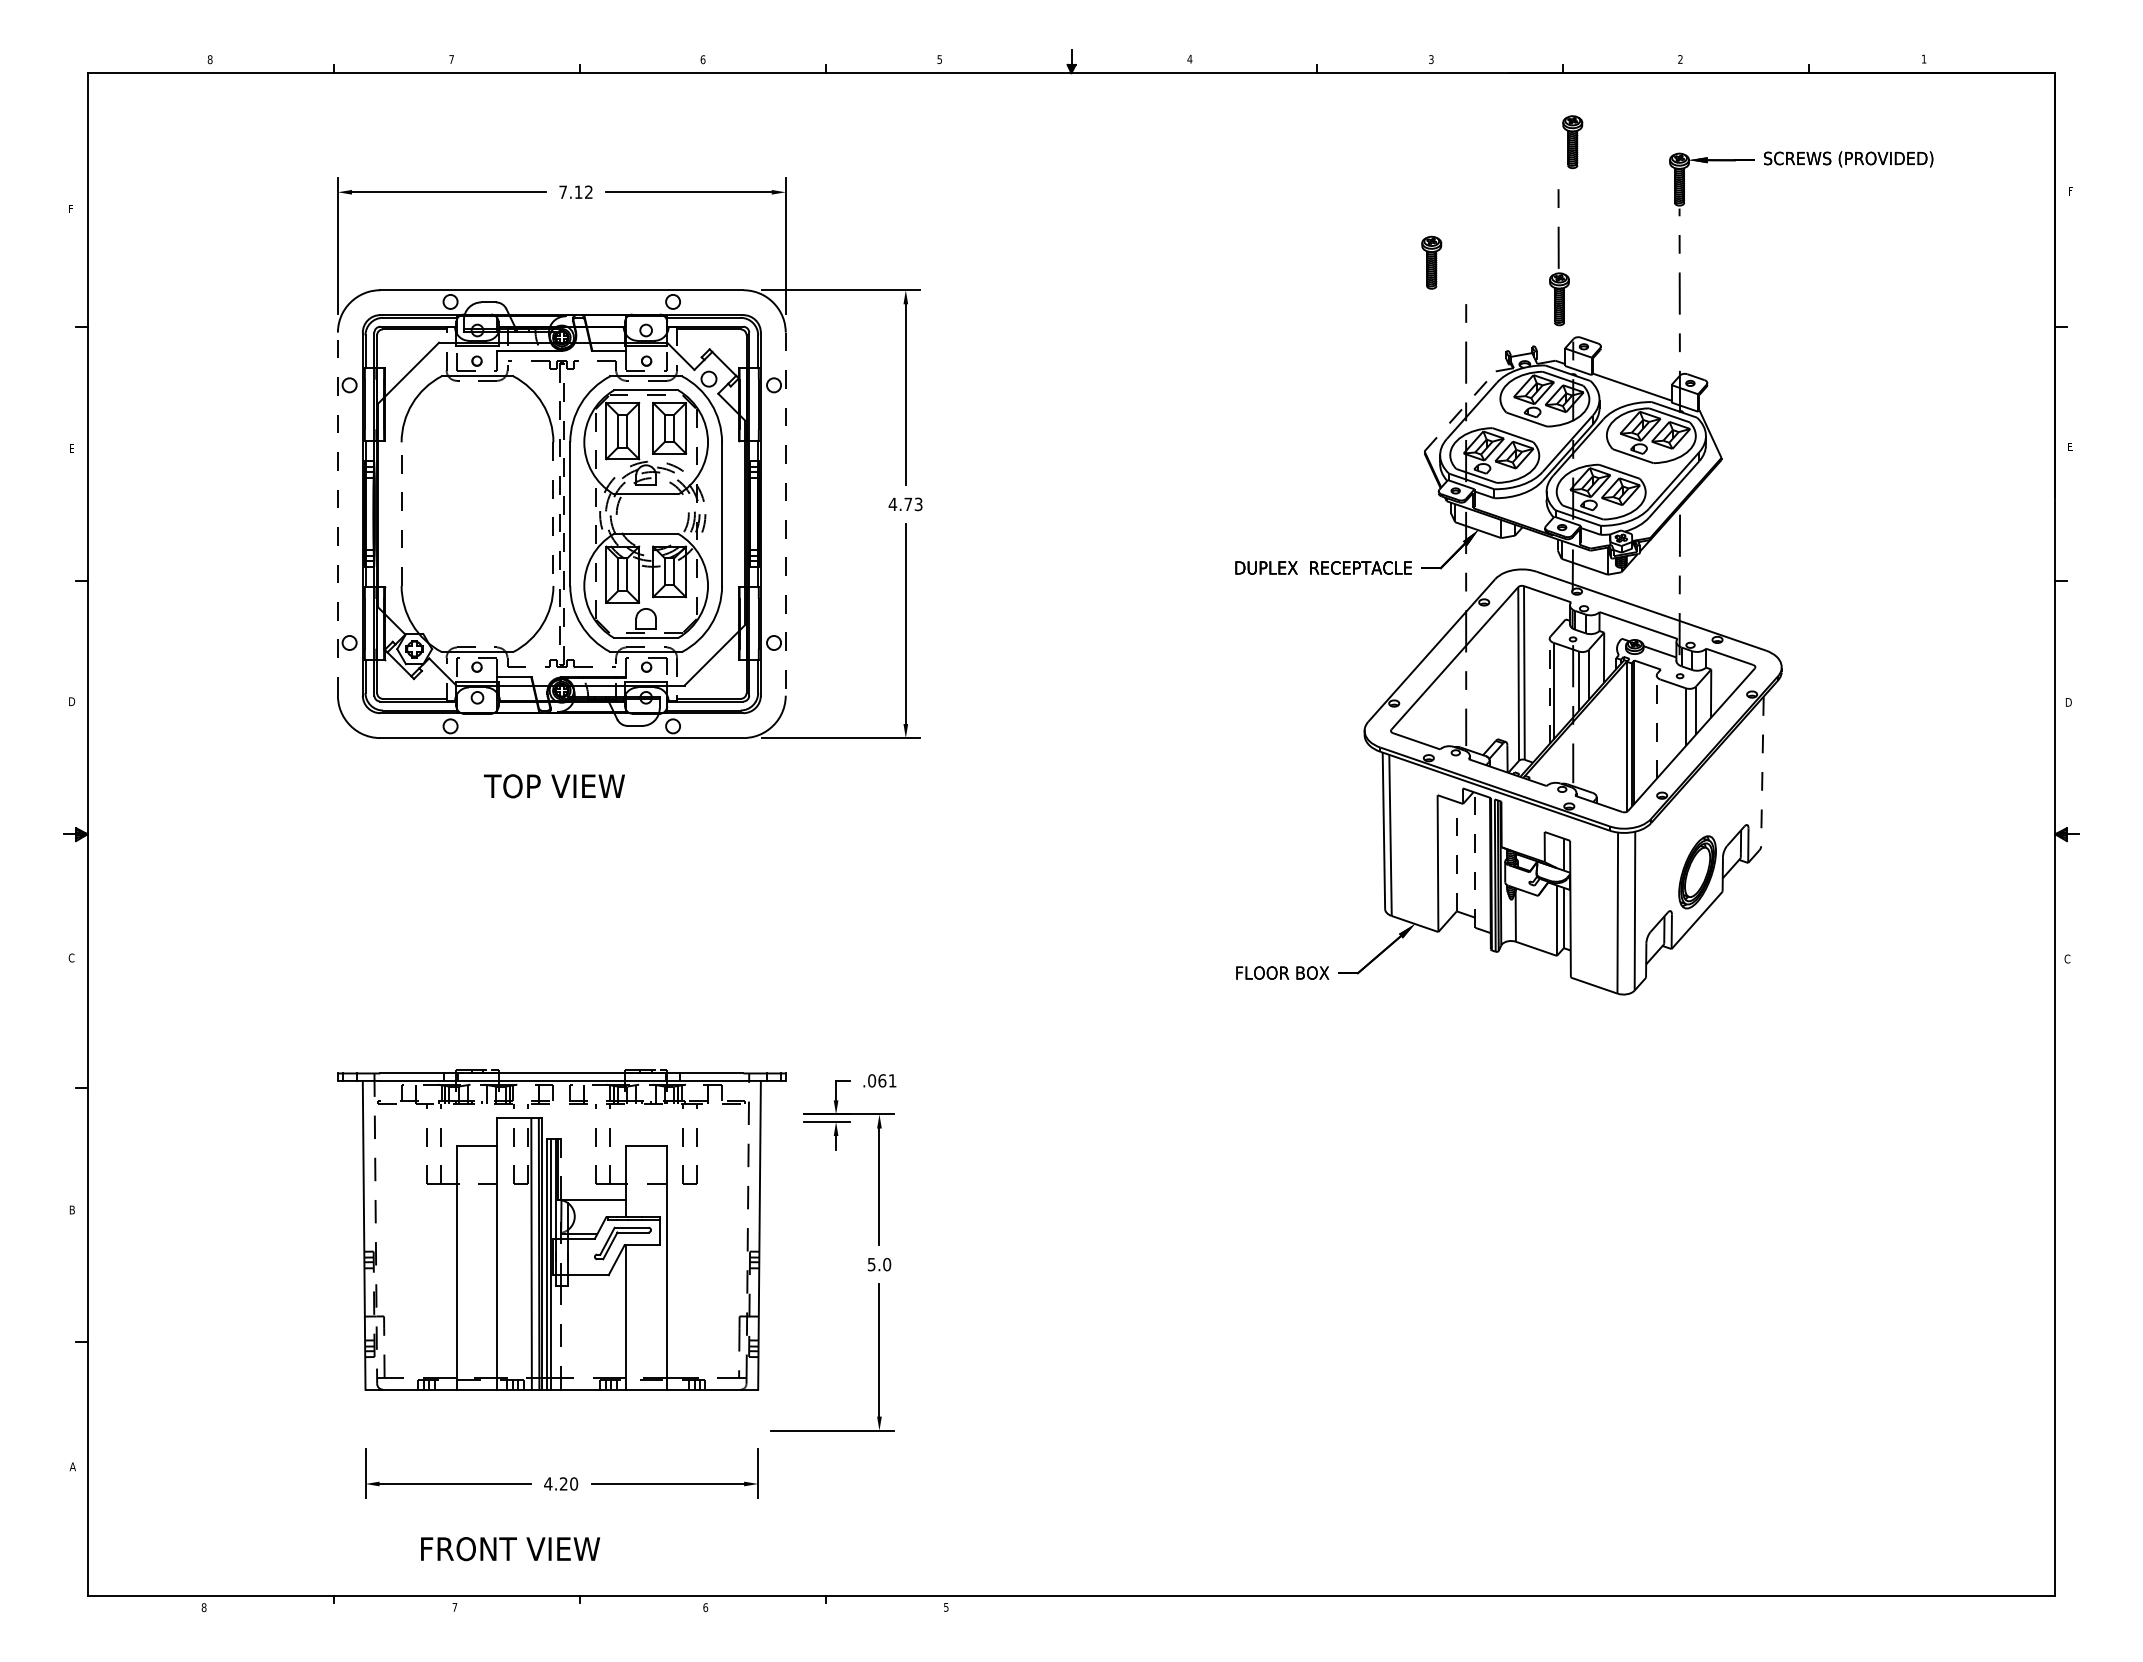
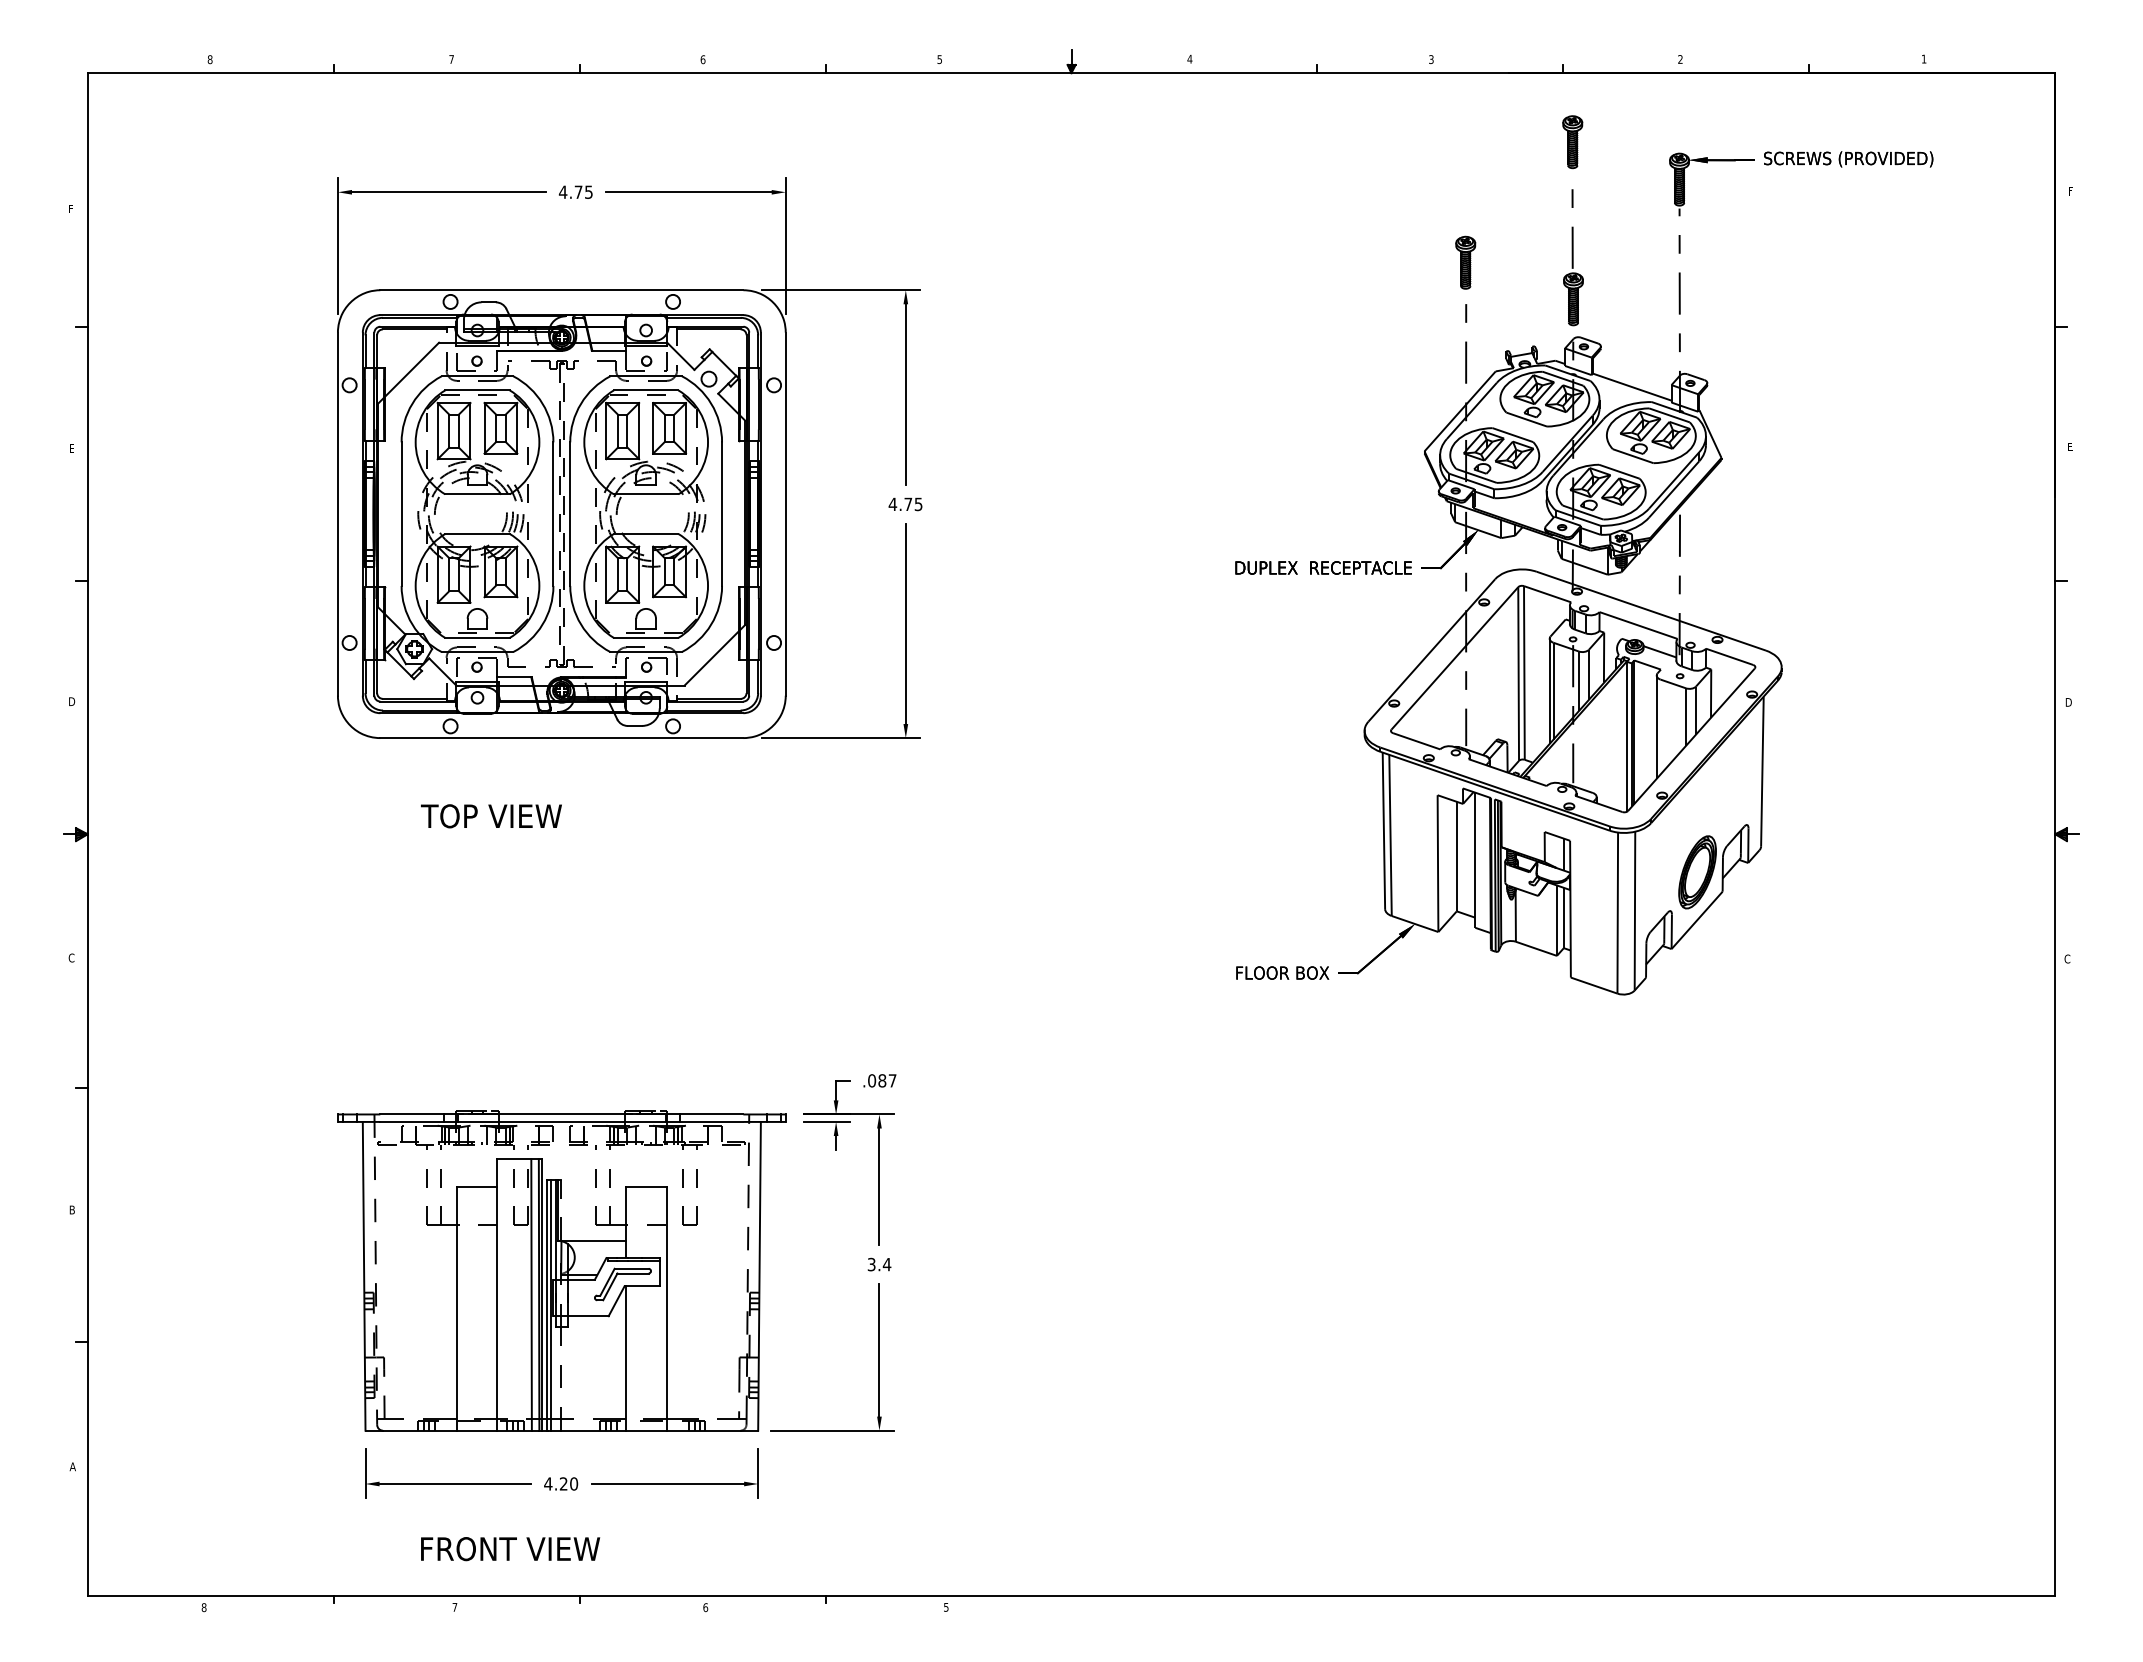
text at (575, 191): 7.12 -> 4.75
part at (1559, 257) position: (1559, 257) -> (1573, 257)
part at (1431, 262) position: (1431, 262) -> (1465, 262)
line at (1460, 411): dashed -> solid
part at (477, 494): none -> present
text at (918, 503): 4.73 -> 4.75
line at (337, 514): dashed -> solid
line at (401, 514): dashed -> solid
line at (553, 514): dashed -> solid
line at (785, 514): dashed -> solid
line at (1549, 691): dashed -> solid
line at (1656, 727): dashed -> solid
line at (1762, 771): dashed -> solid
text at (554, 786) position: (554, 786) -> (491, 816)
line at (1456, 856): dashed -> solid
line at (1475, 860): dashed -> solid
text at (887, 1080): .061 -> .087
part at (561, 1229) position: (561, 1229) -> (561, 1270)
text at (879, 1264): 5.0 -> 3.4
